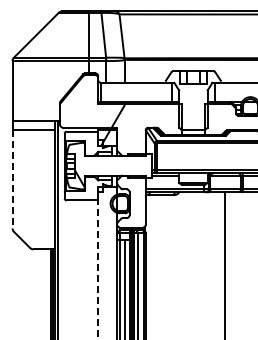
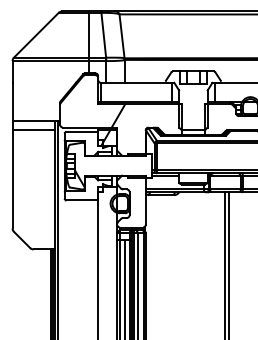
line at (12, 179): dashed -> solid
line at (98, 263): dashed -> solid
line at (228, 264): none -> present
